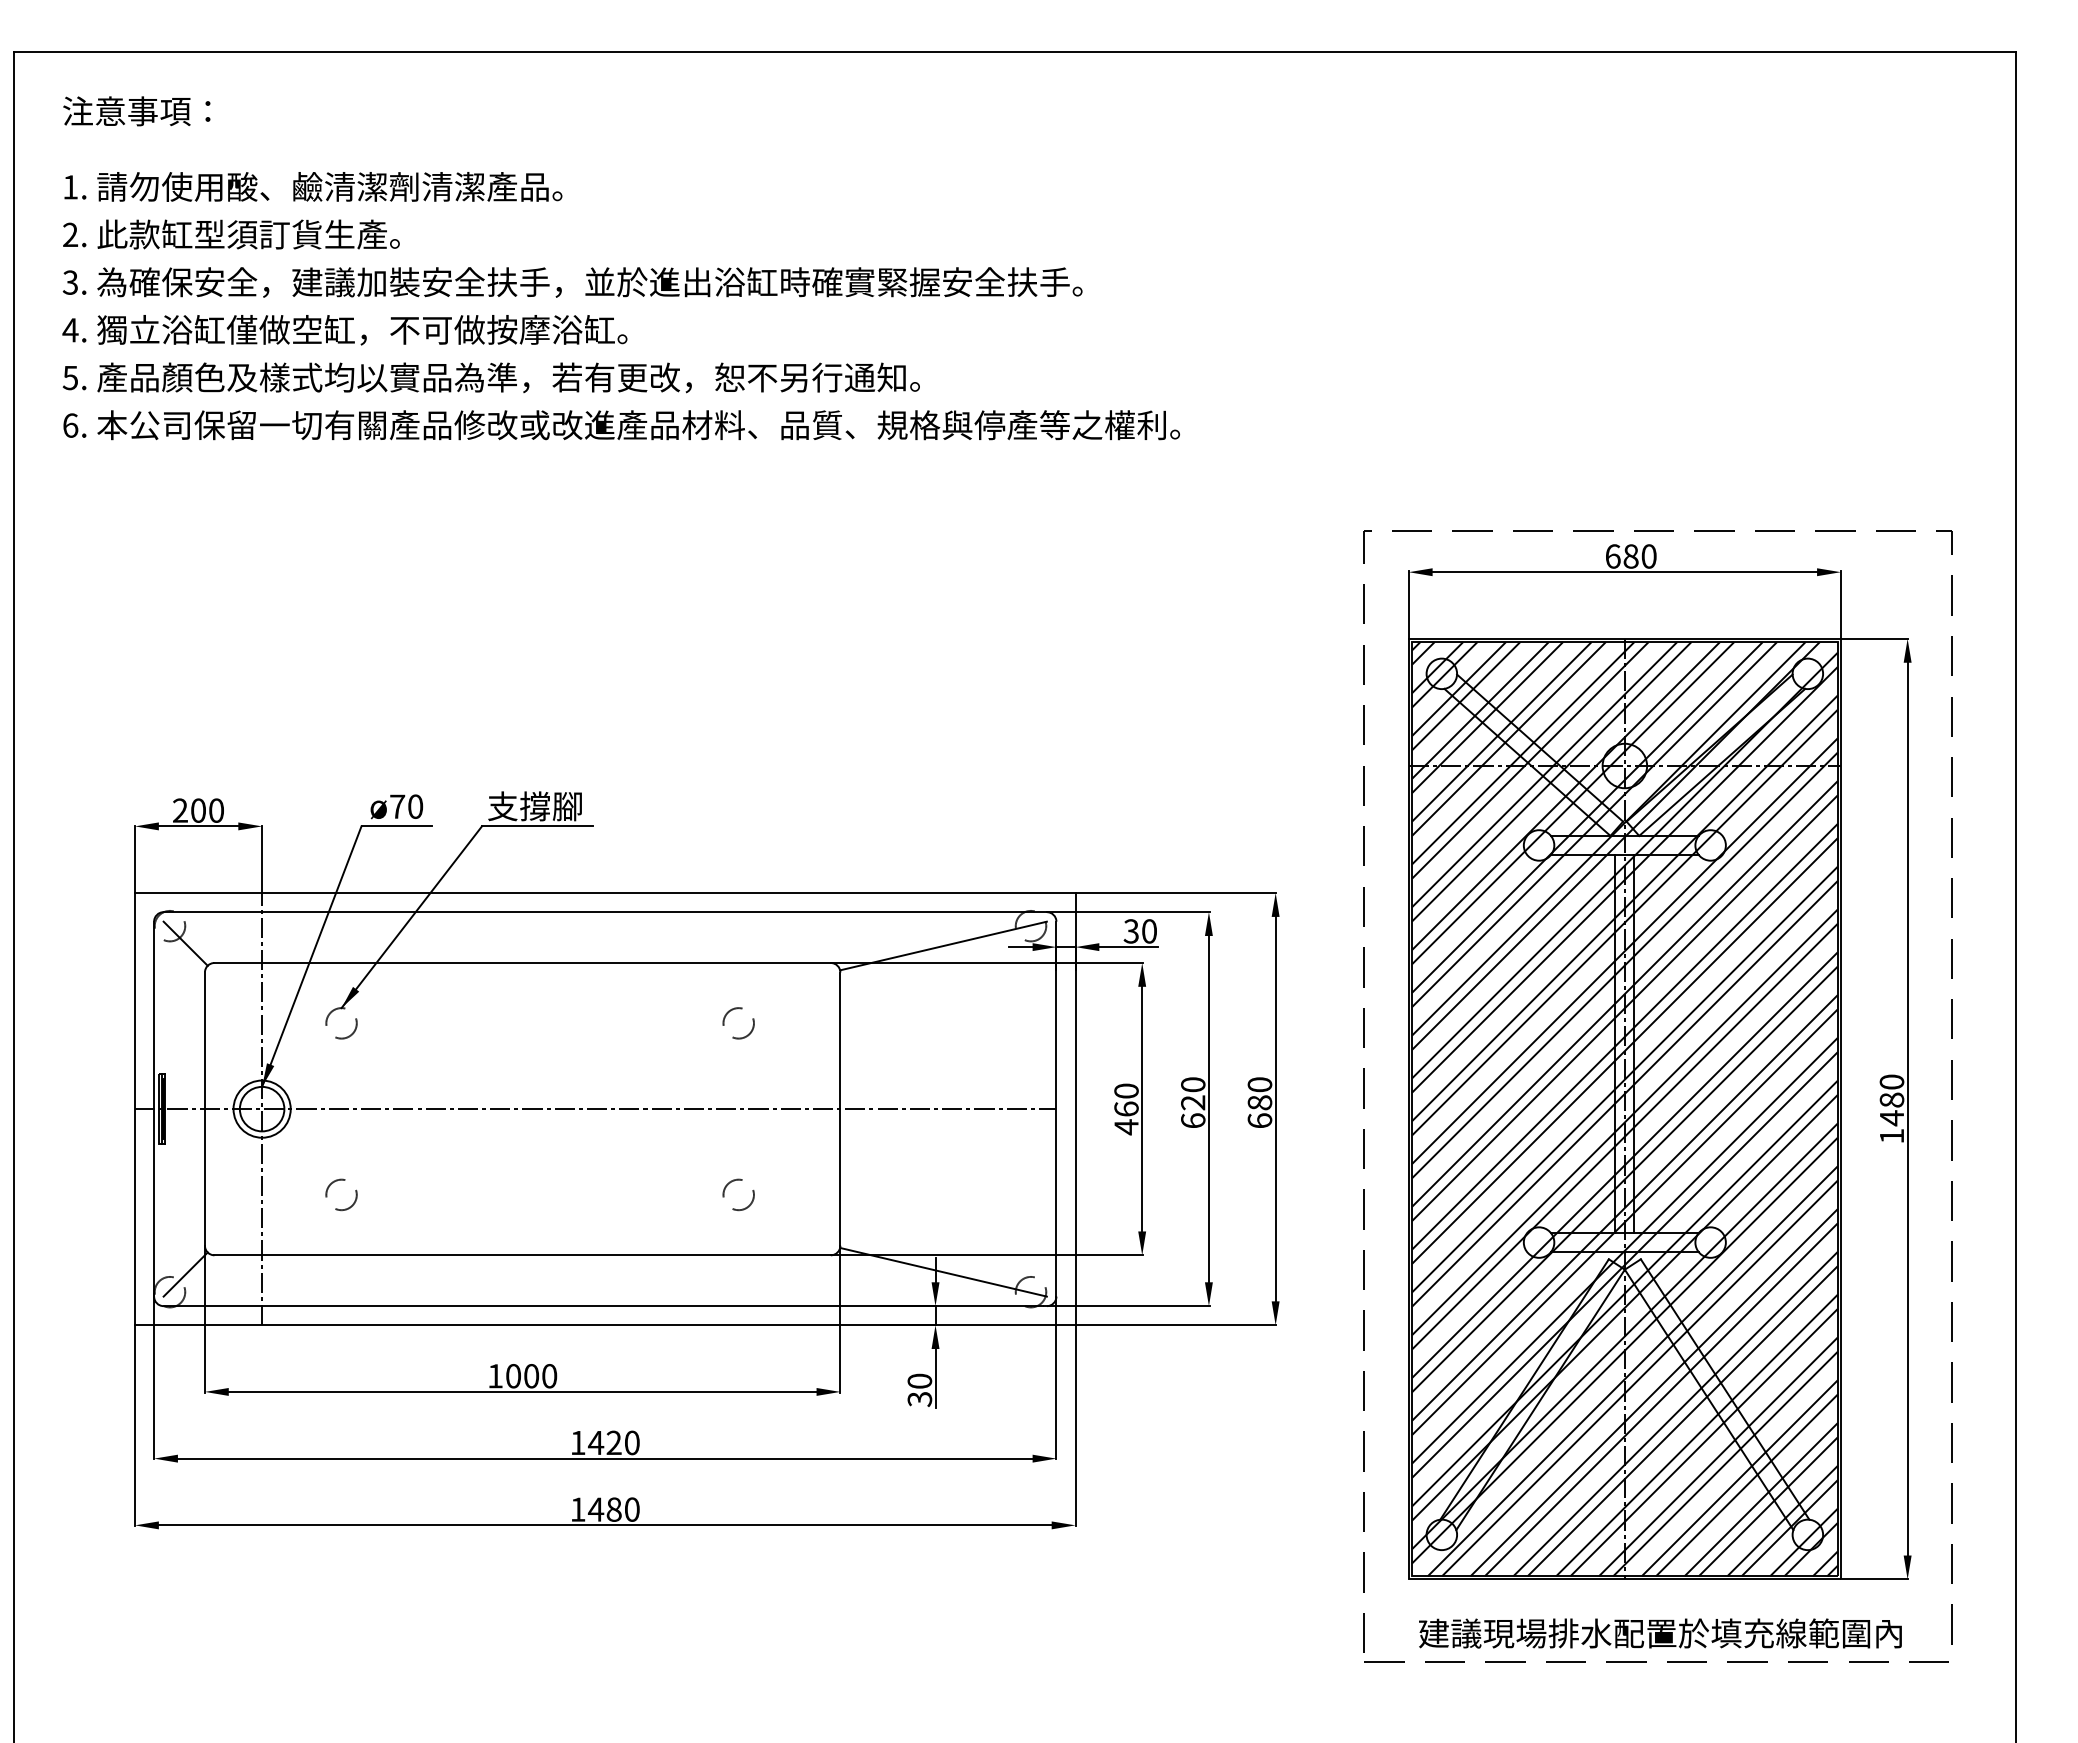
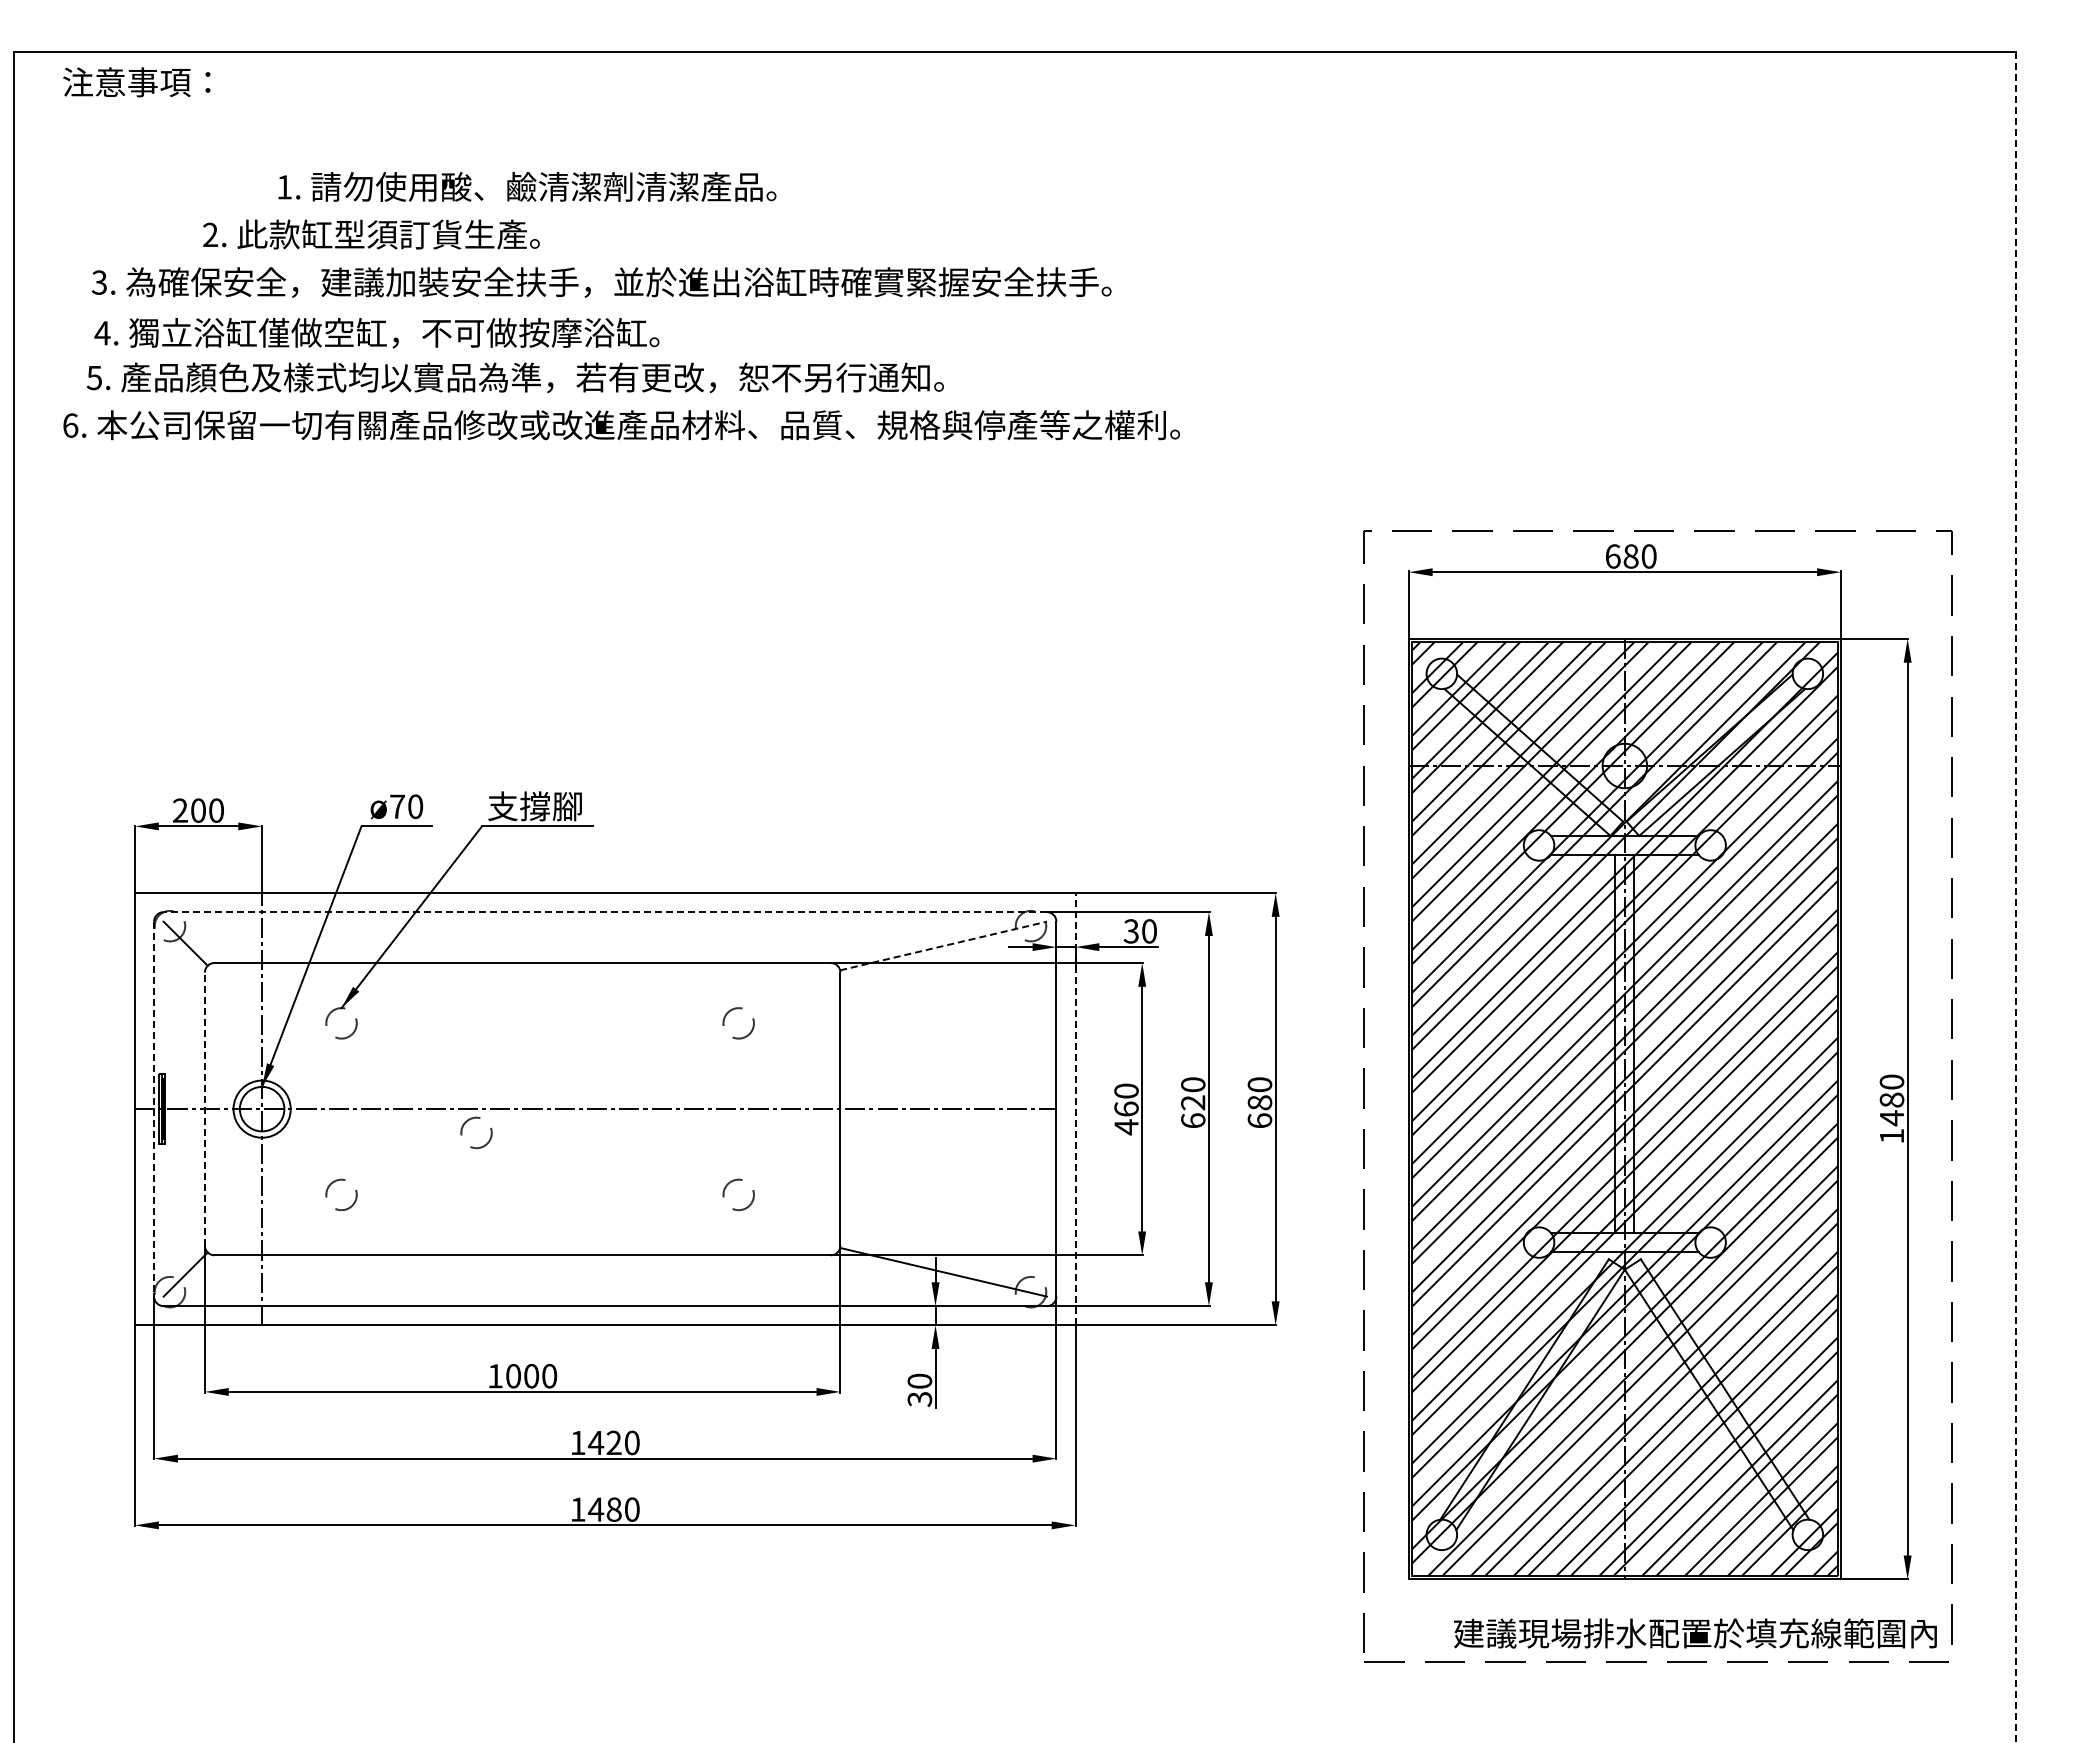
text at (136, 111) position: (136, 111) -> (136, 82)
text at (313, 186) position: (313, 186) -> (527, 186)
text at (231, 234) position: (231, 234) -> (371, 234)
text at (572, 282) position: (572, 282) -> (601, 282)
text at (344, 330) position: (344, 330) -> (376, 333)
text at (490, 377) position: (490, 377) -> (514, 377)
line at (2015, 898): solid -> dashed
line at (605, 912): solid -> dashed
line at (944, 945): solid -> dashed
line at (1075, 1108): solid -> dashed
line at (154, 1109): solid -> dashed
line at (204, 1109): solid -> dashed
circle at (476, 1132): none -> present
text at (1660, 1633) position: (1660, 1633) -> (1695, 1633)
